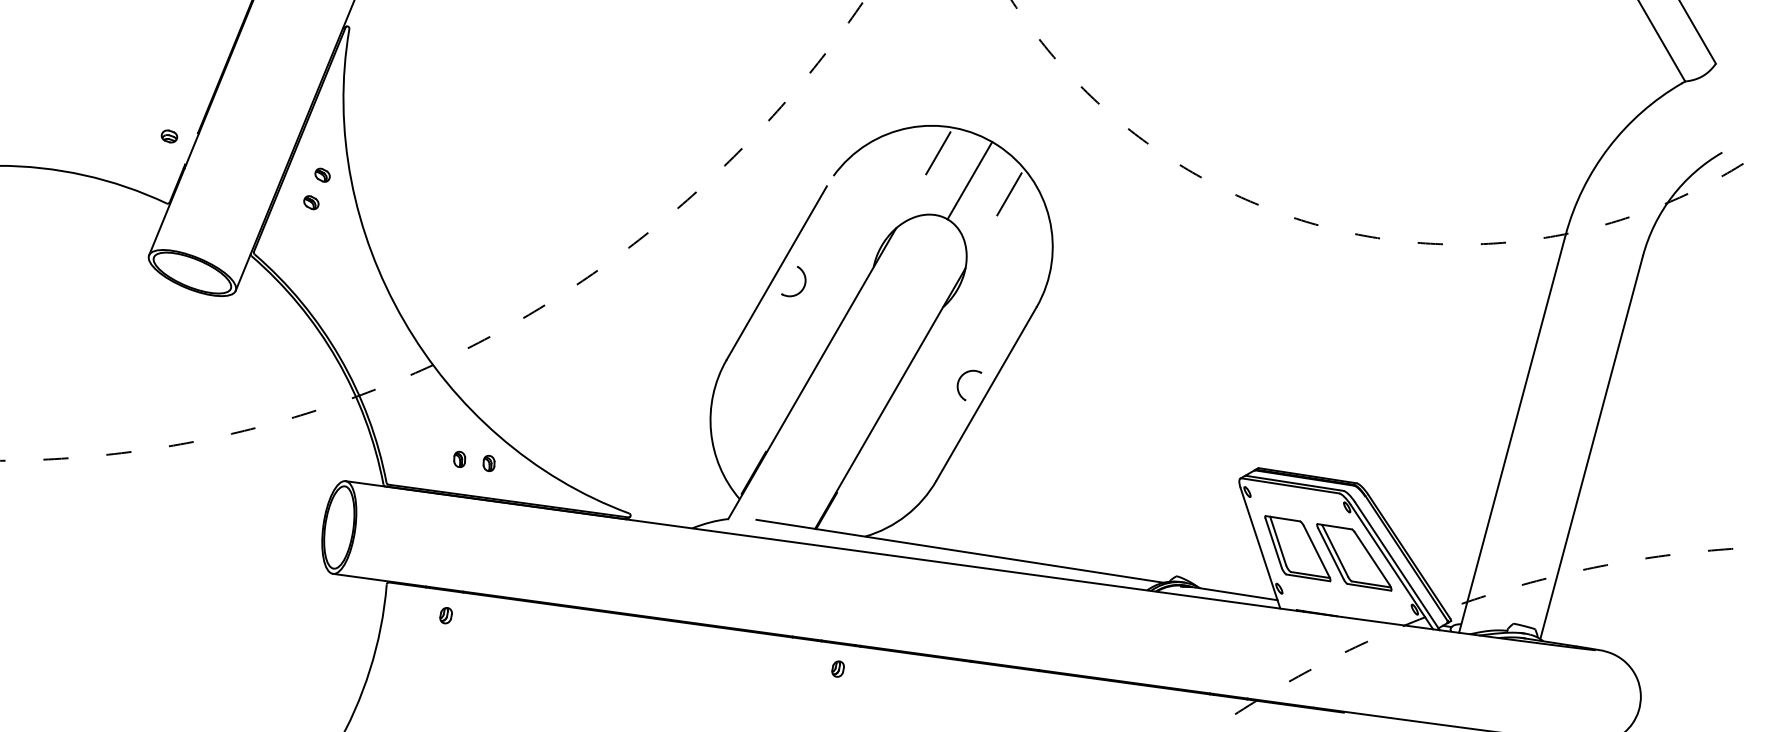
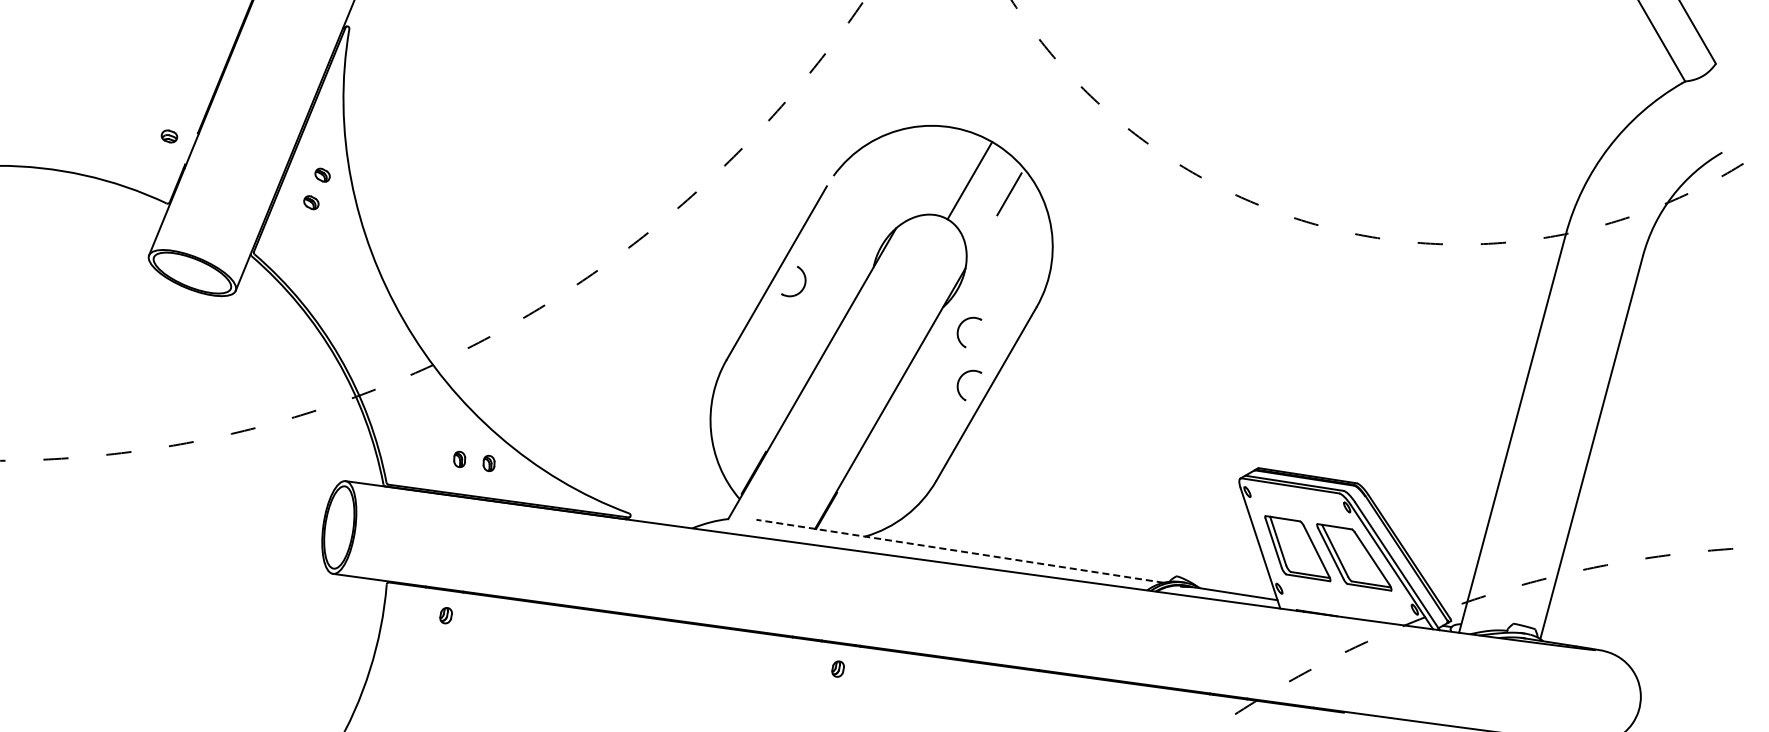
line at (938, 153): present -> none
part at (959, 329): none -> present
line at (959, 551): solid -> dashed
